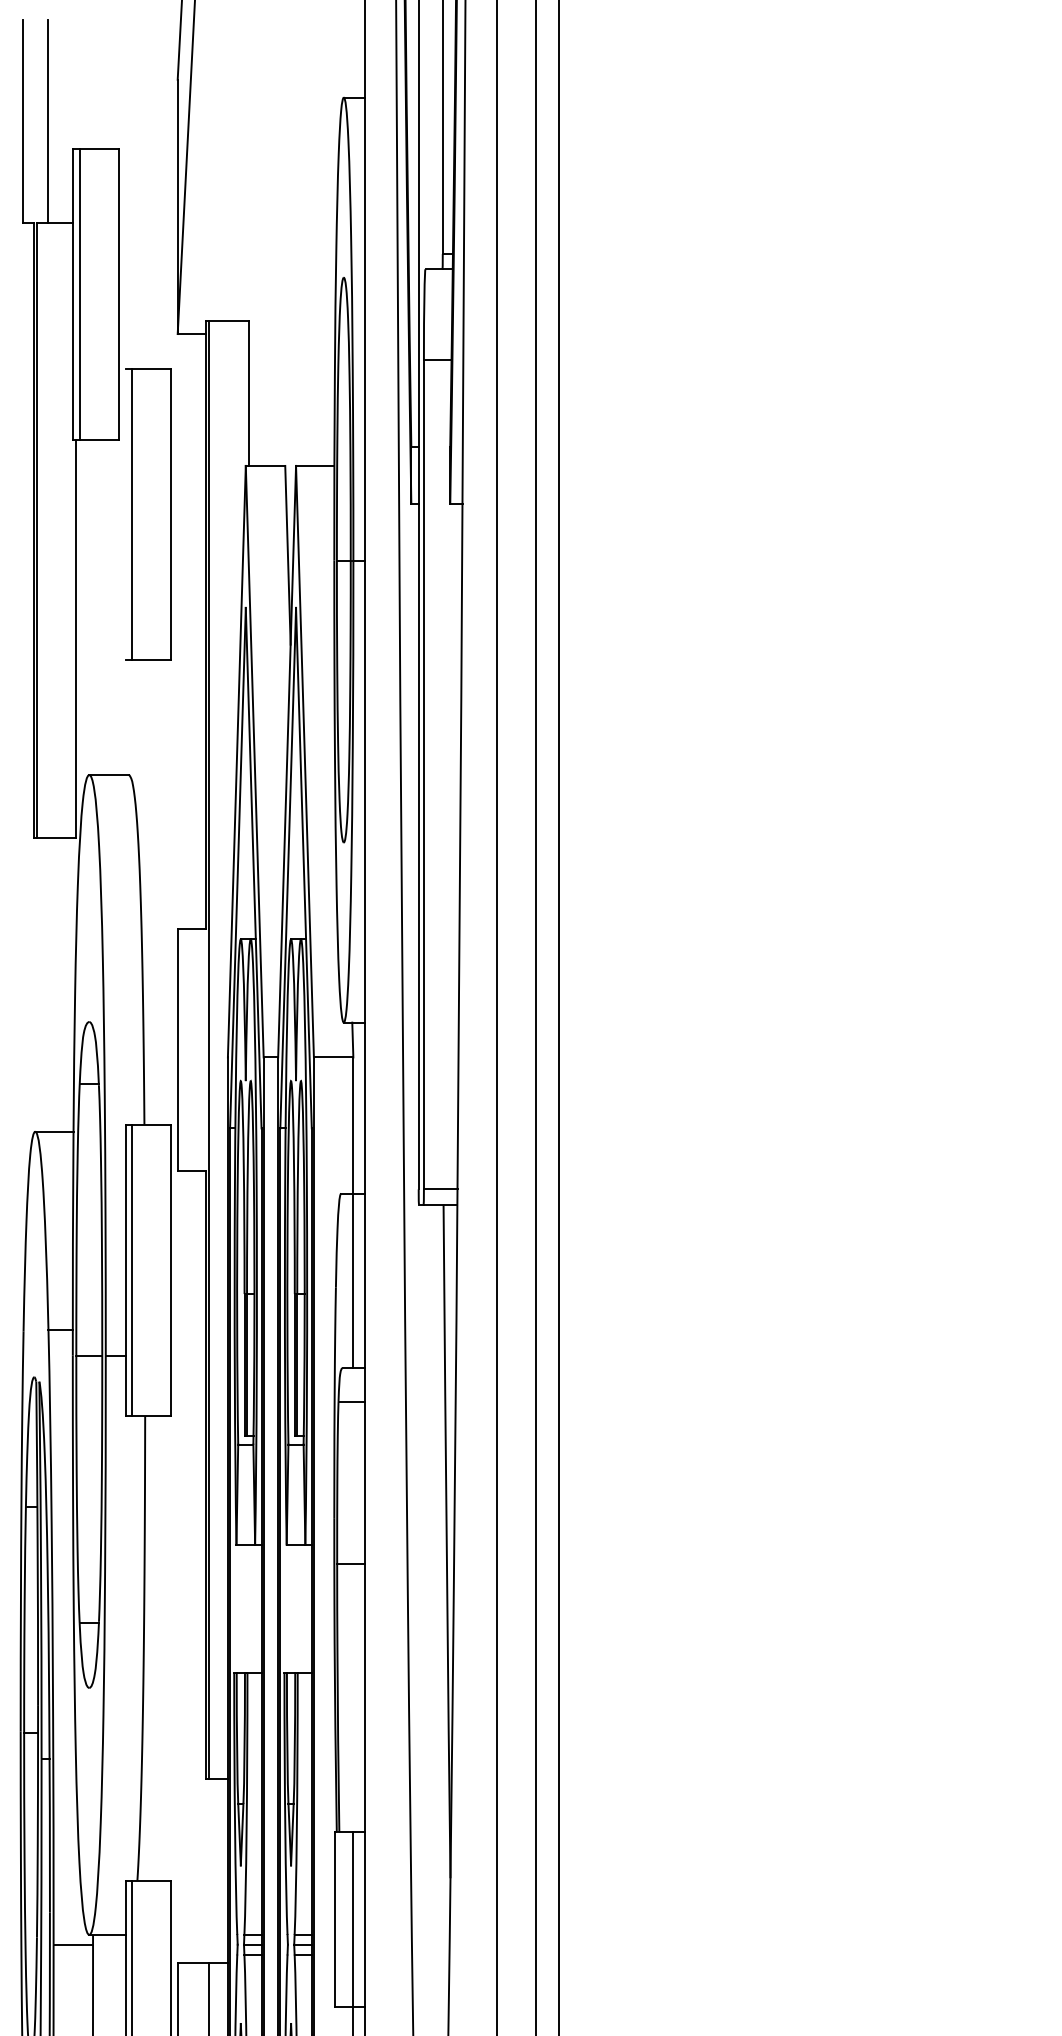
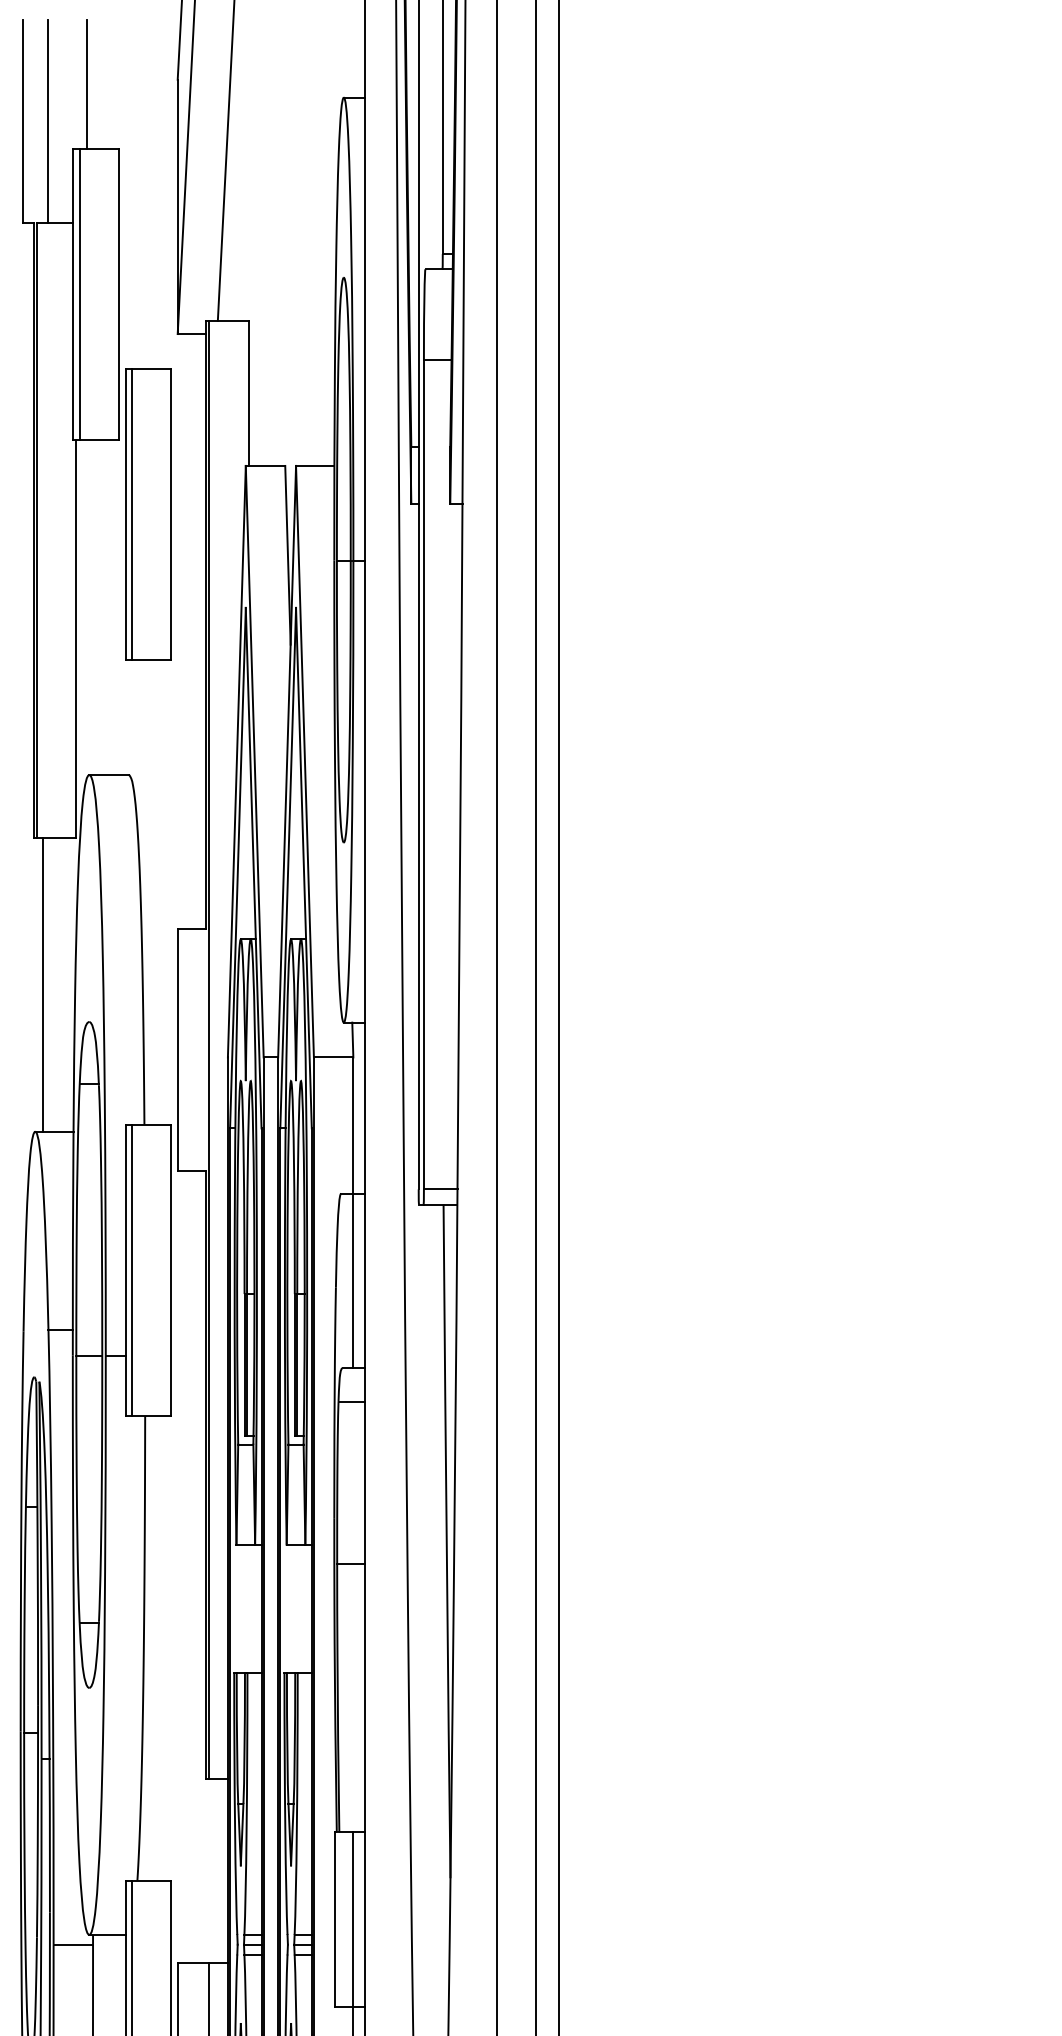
line at (87, 84): none -> present
line at (225, 161): none -> present
line at (125, 514): none -> present
line at (42, 984): none -> present
